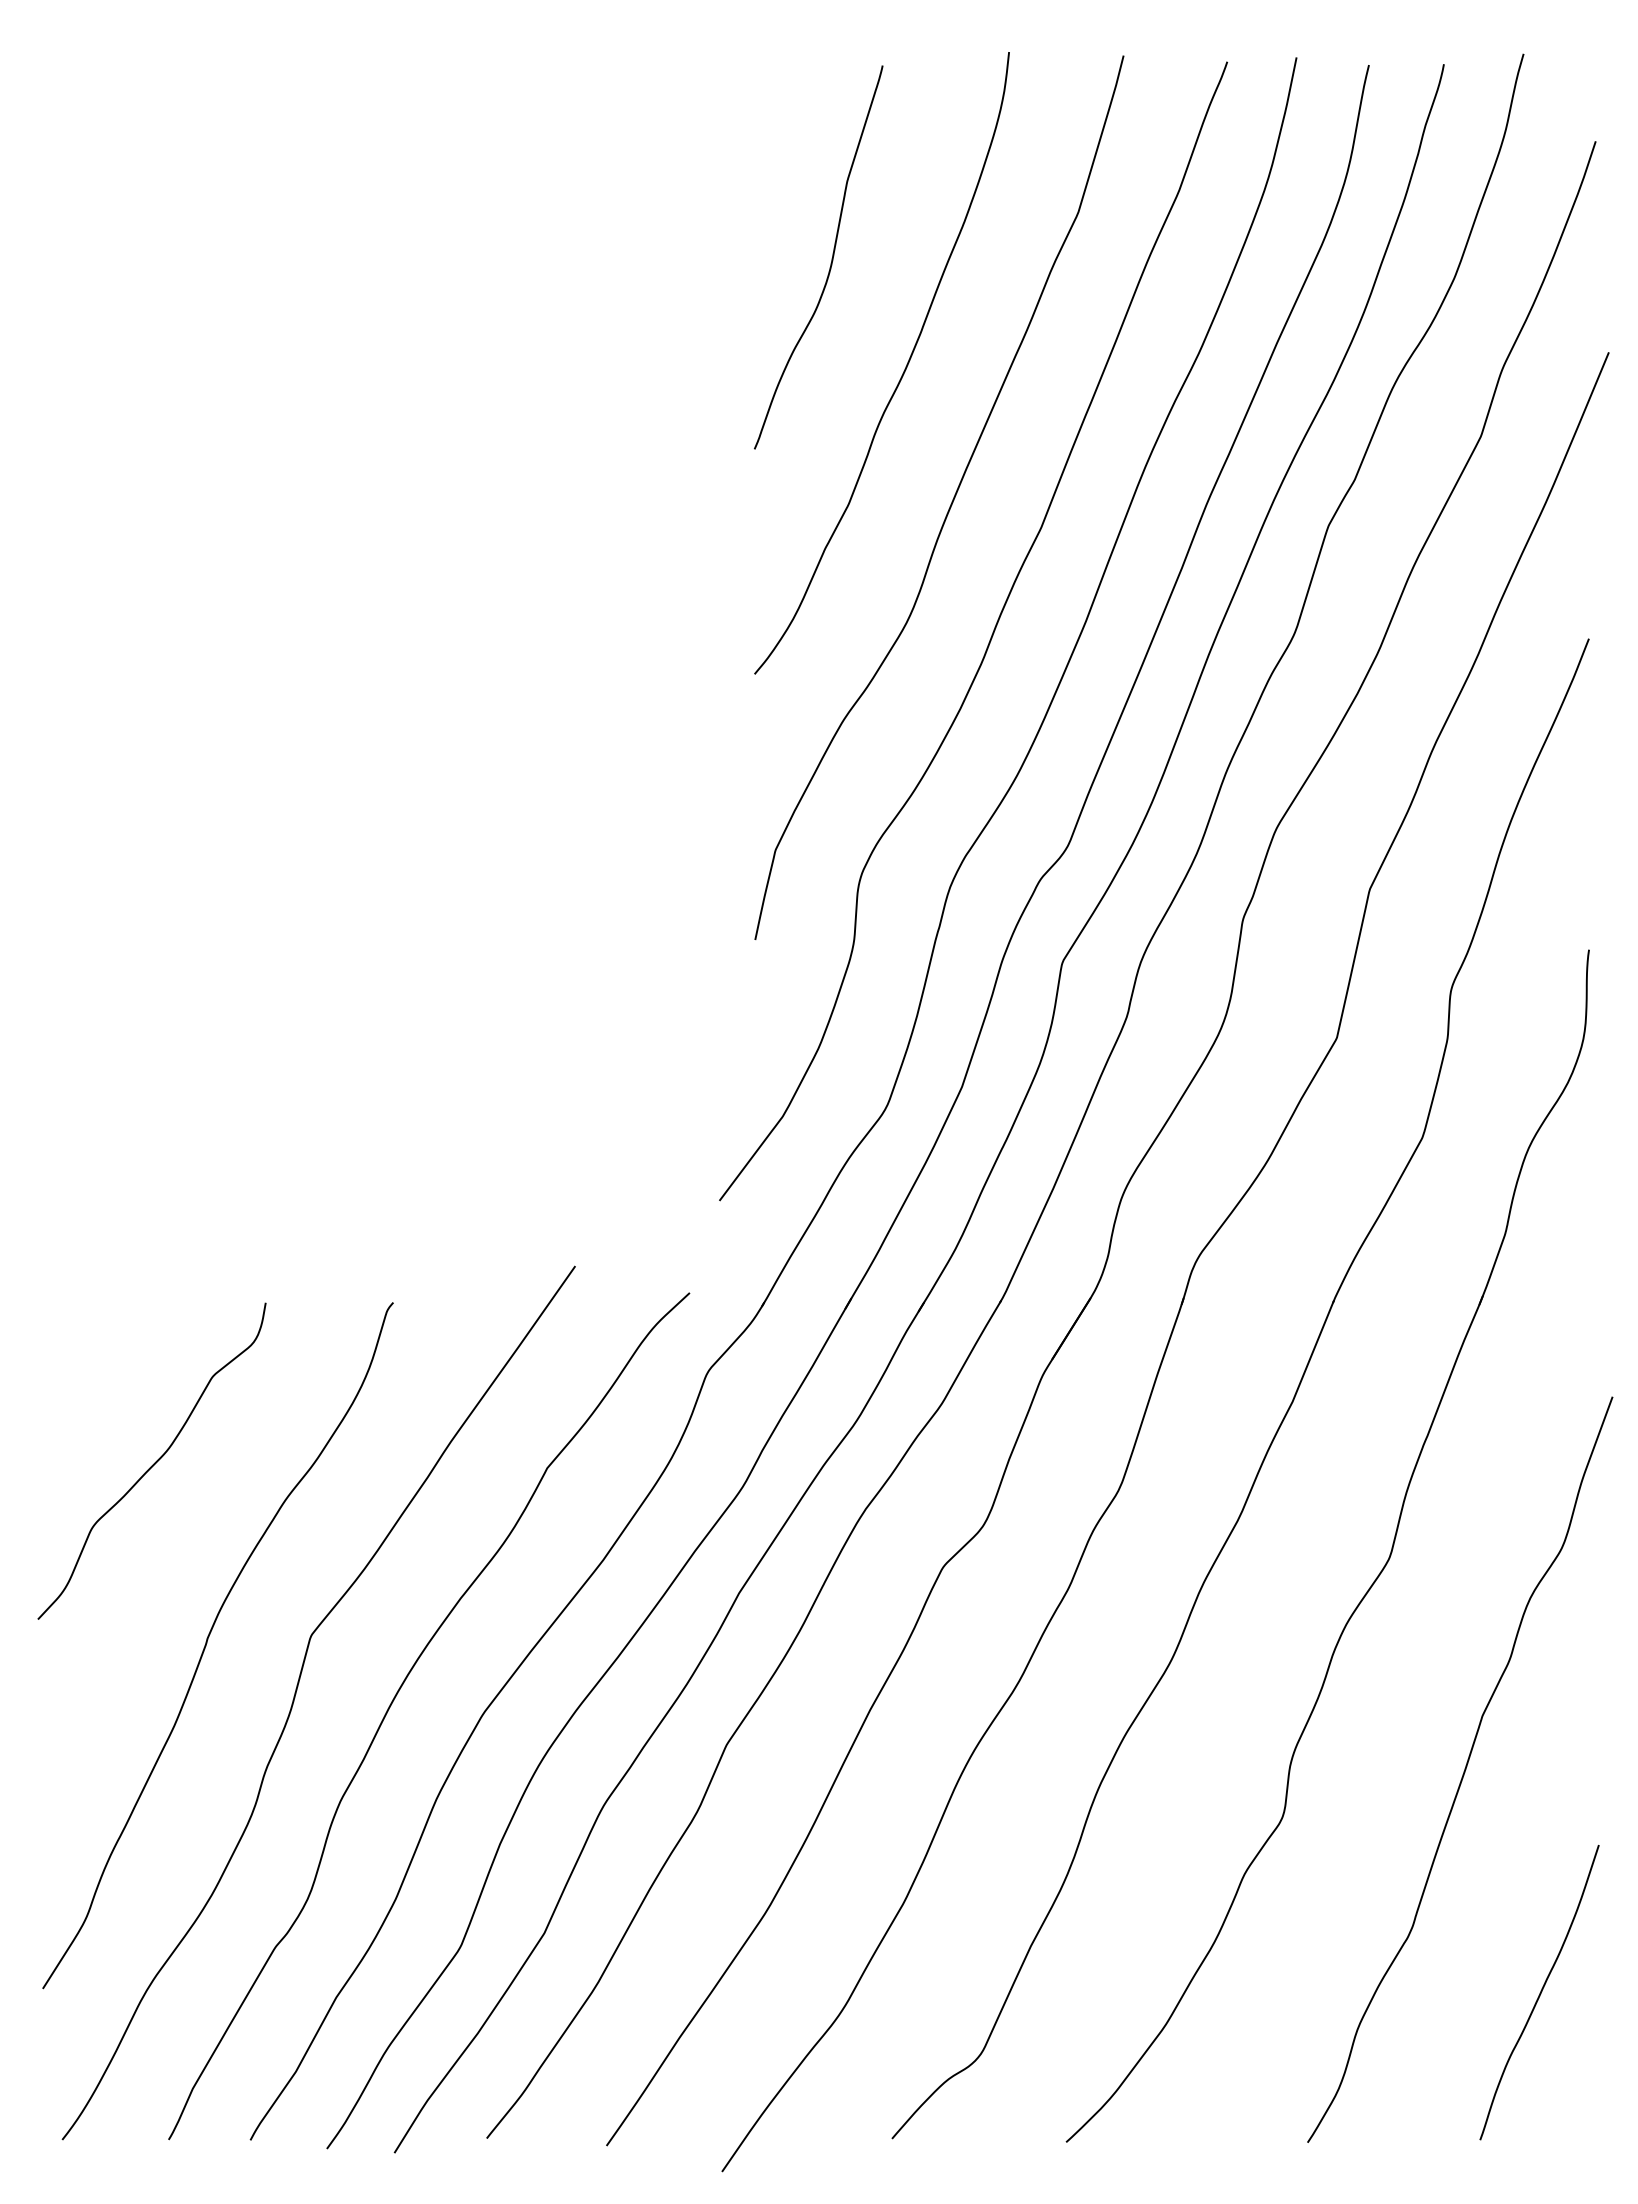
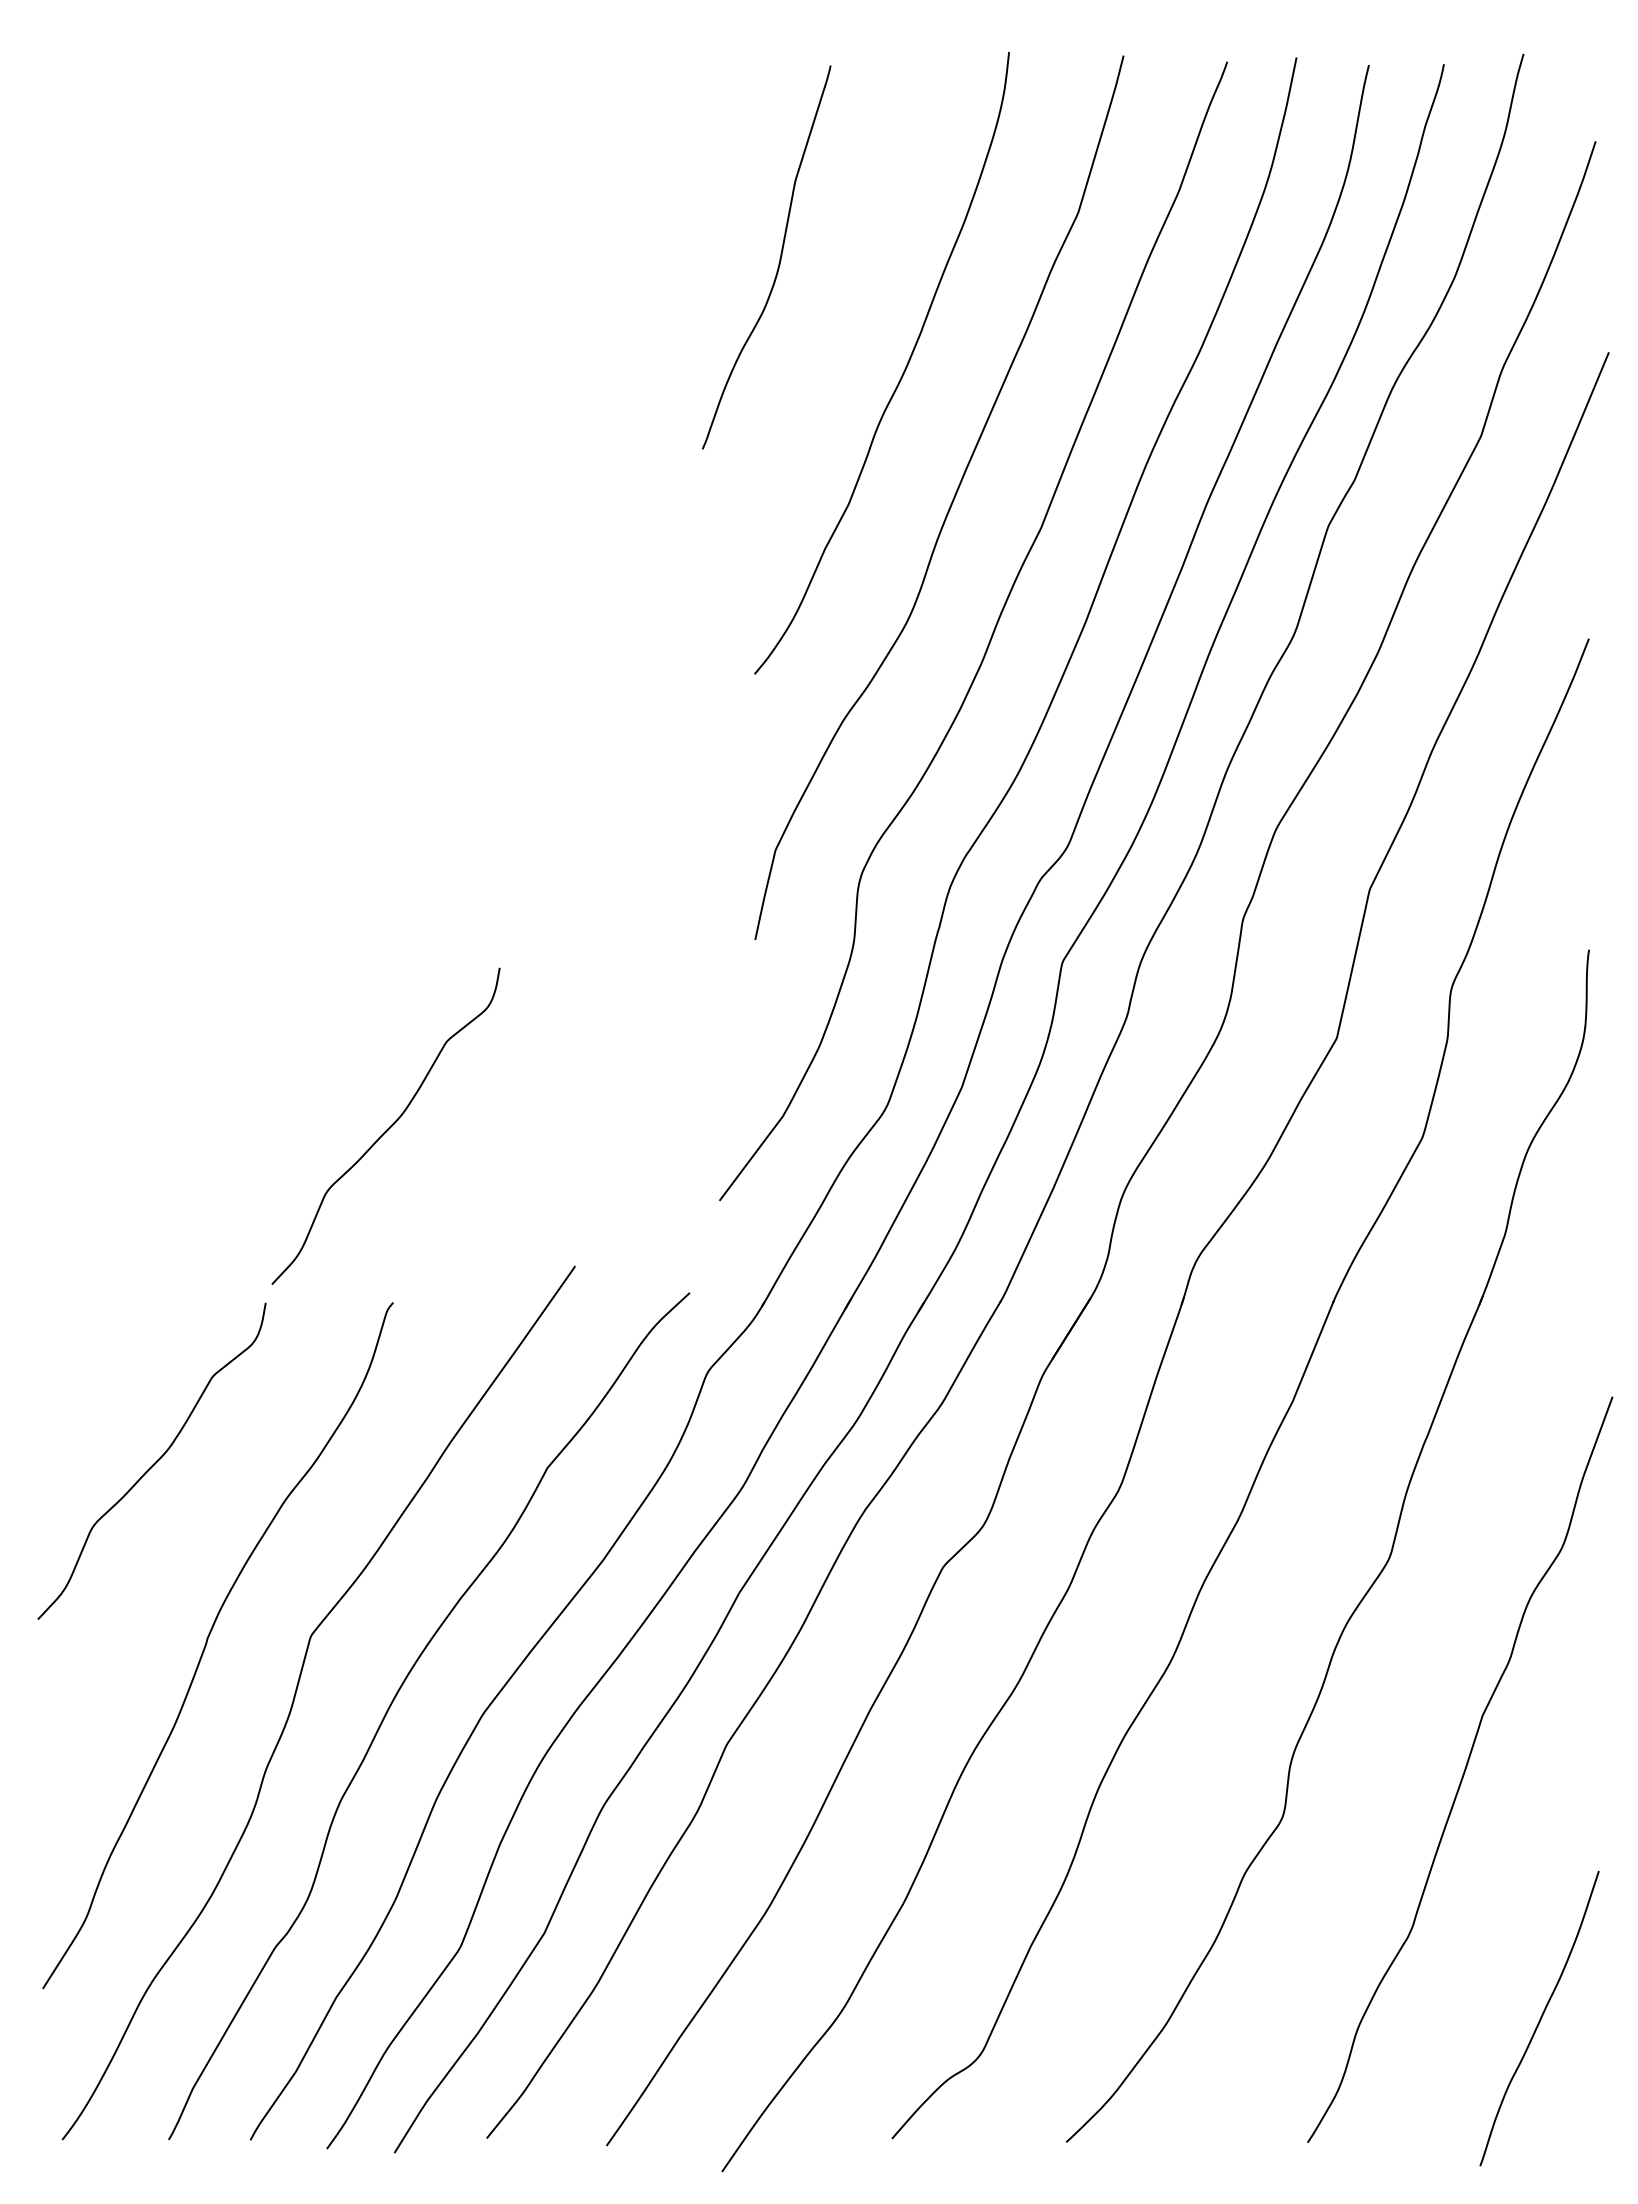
curve at (831, 258) position: (831, 258) -> (779, 258)
curve at (388, 1127): none -> present
curve at (1540, 1992) position: (1540, 1992) -> (1540, 2018)
